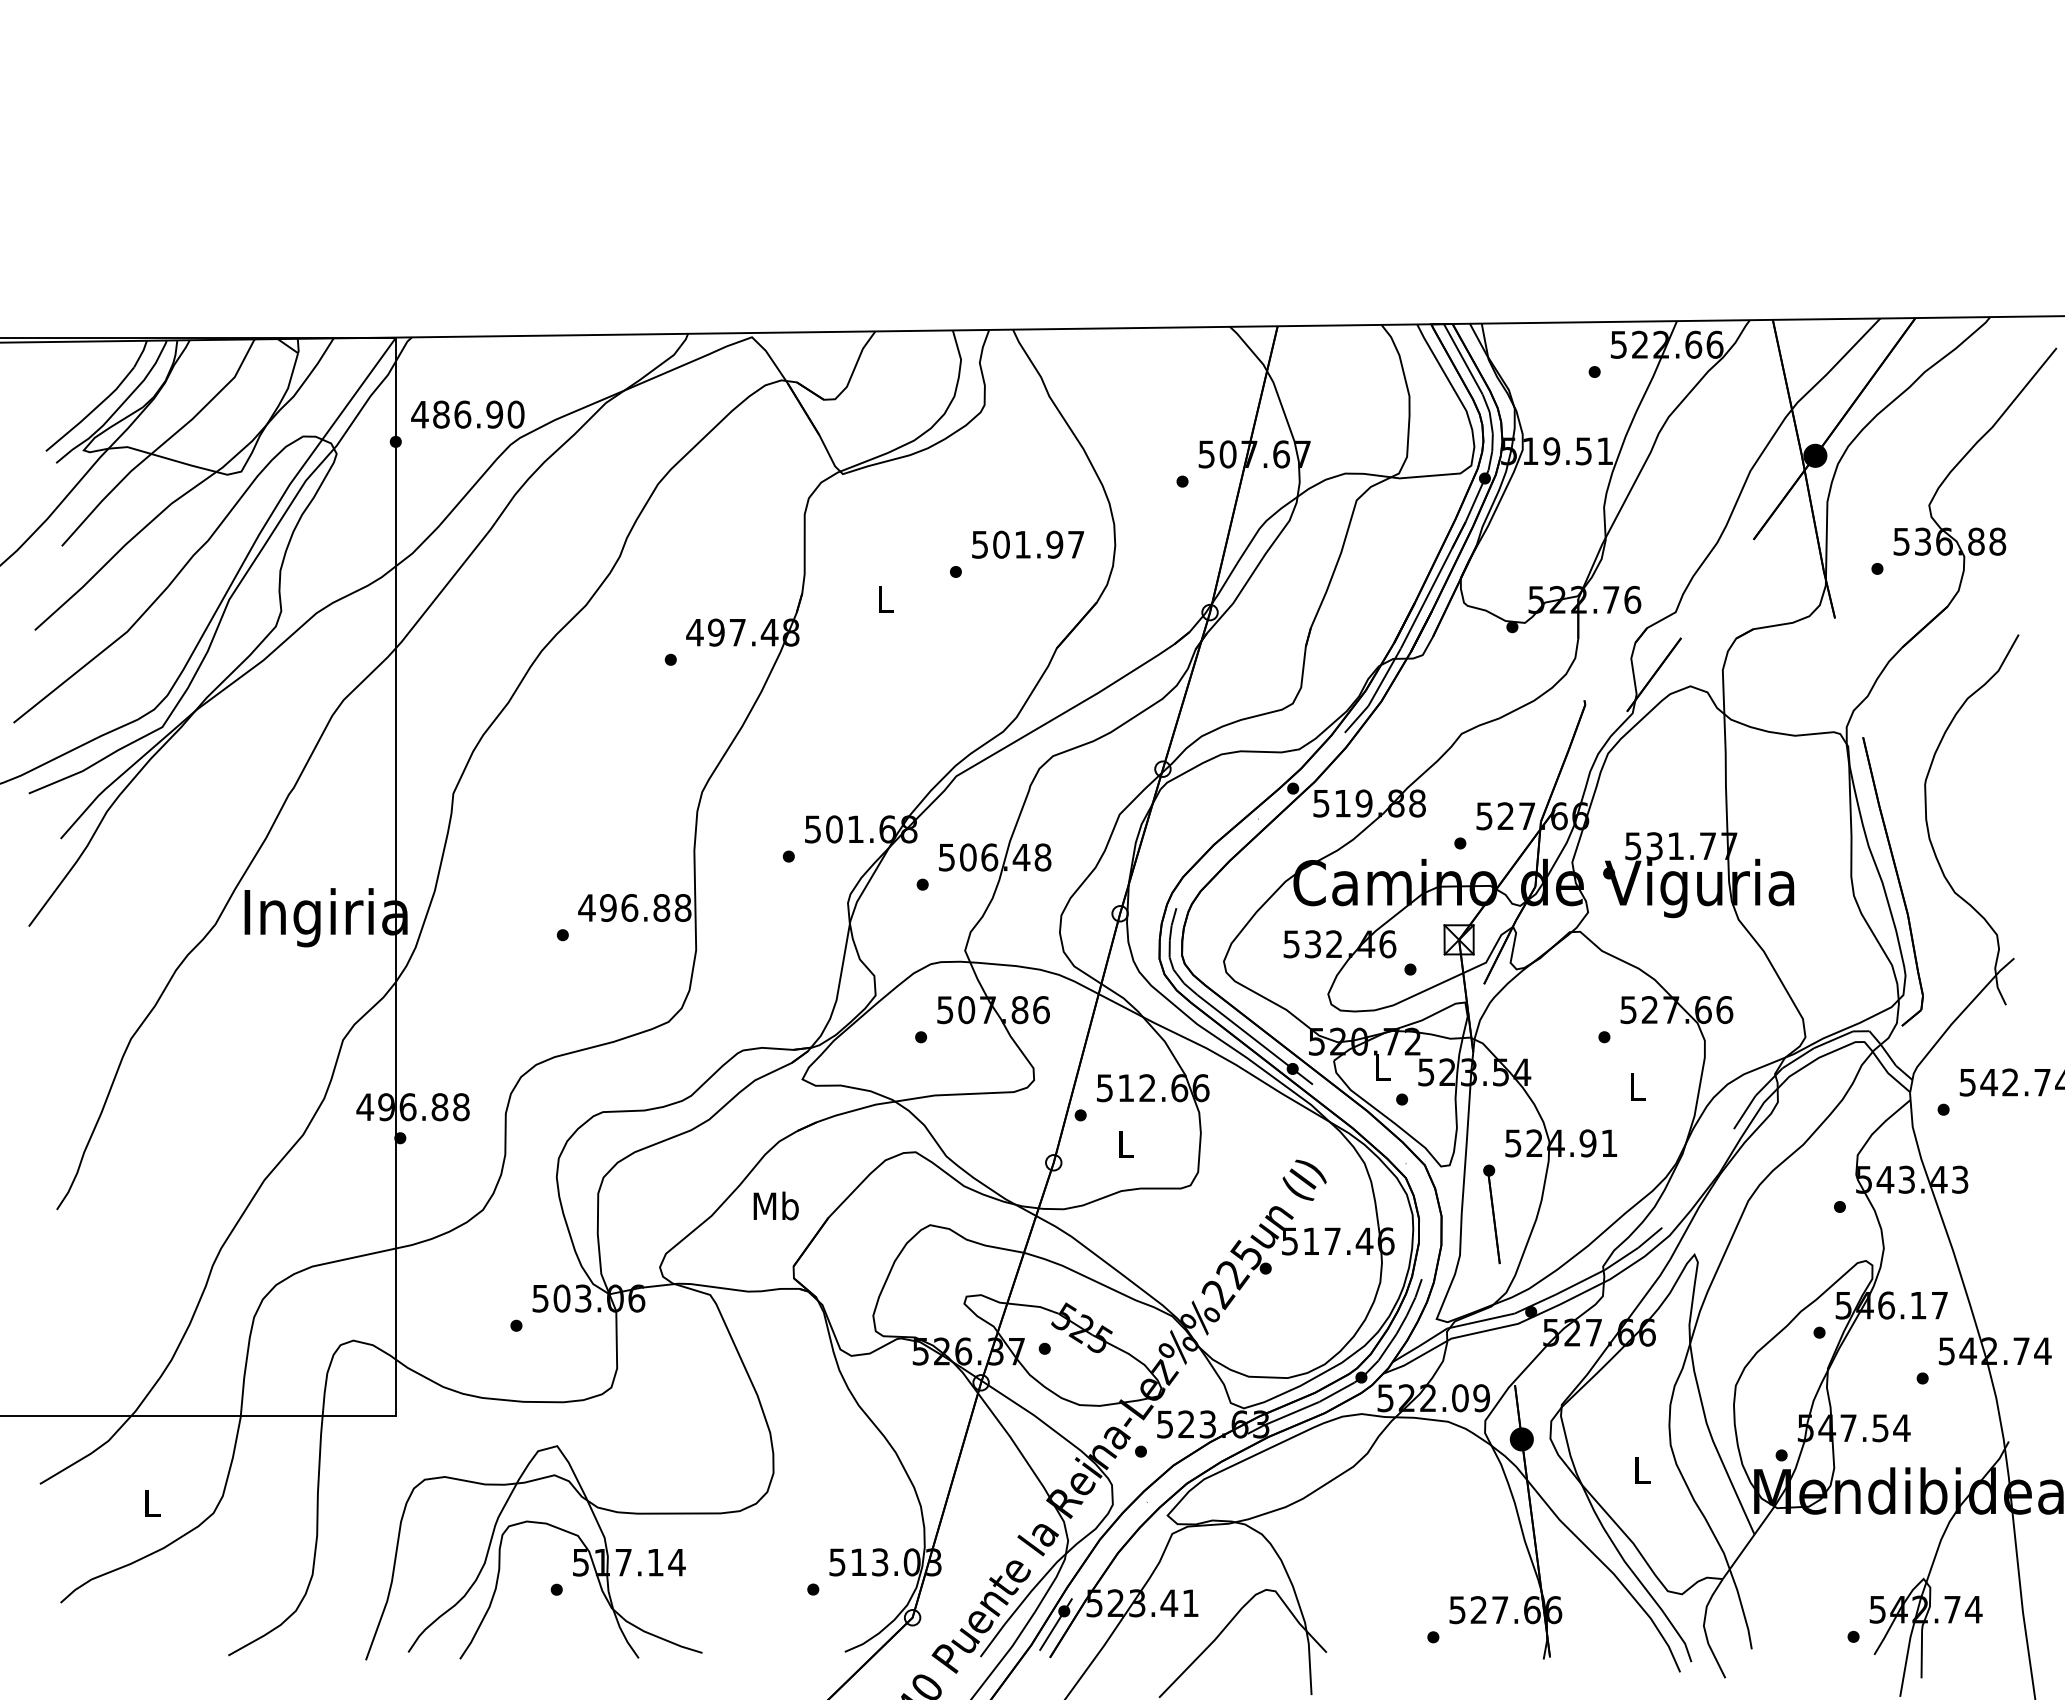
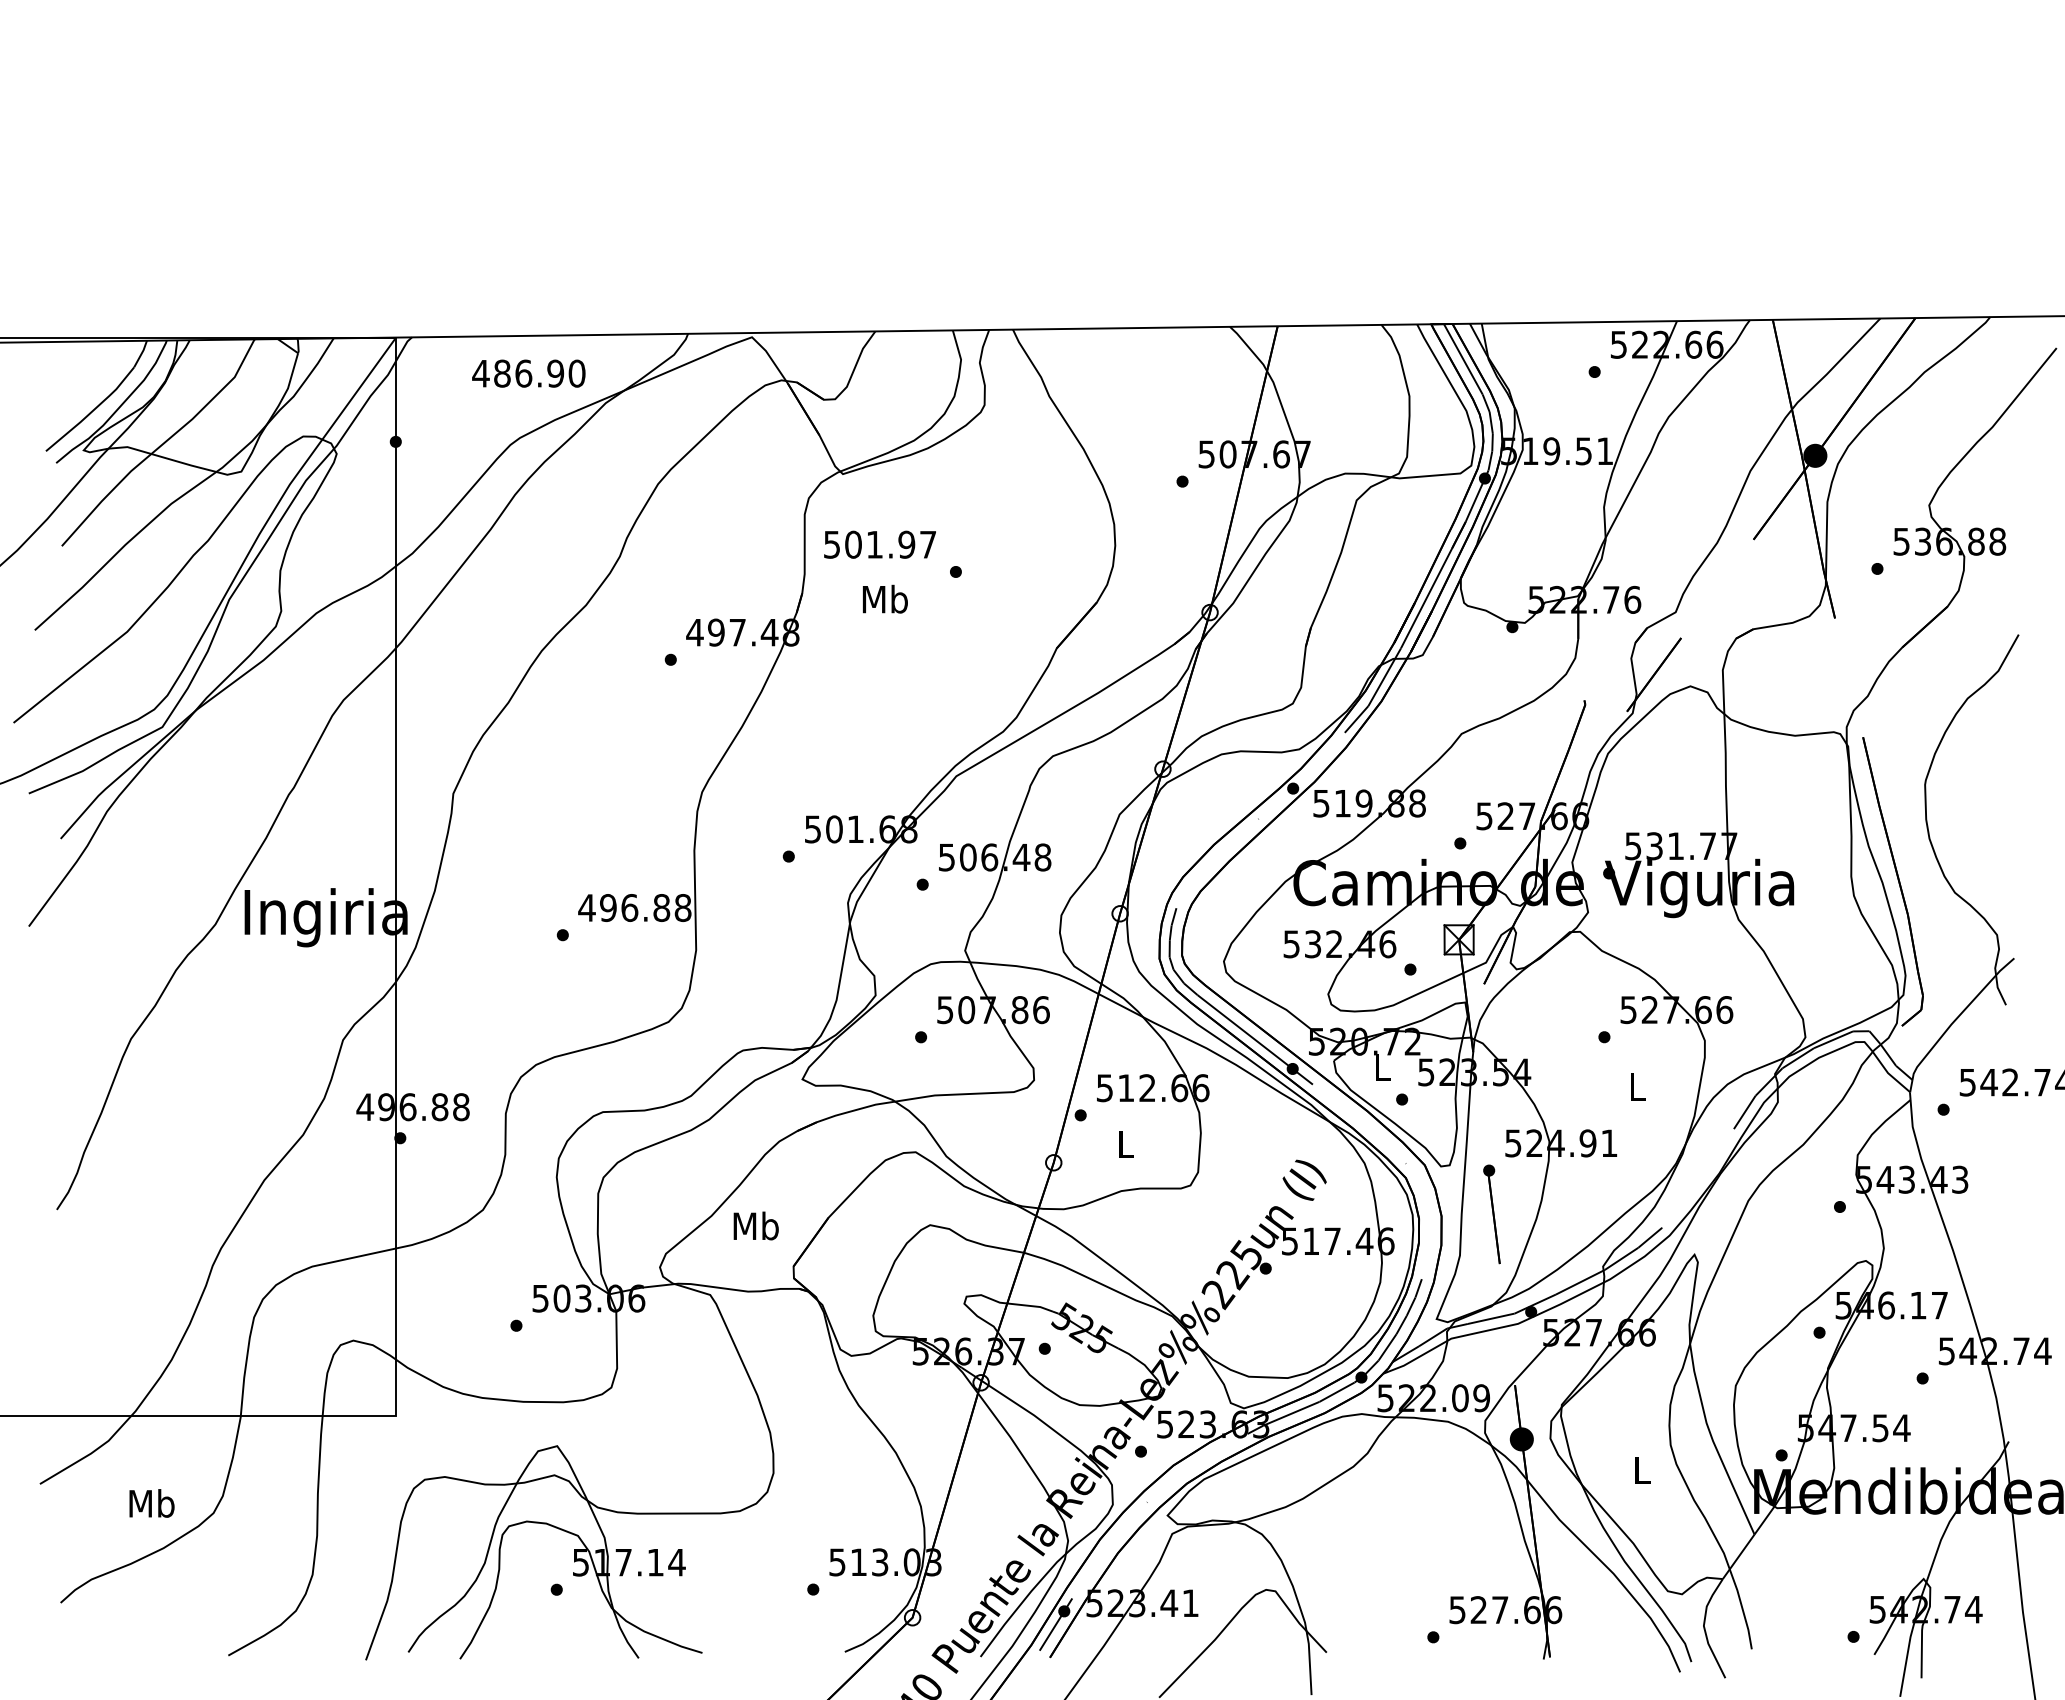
text at (467, 414) position: (467, 414) -> (528, 373)
text at (1027, 544) position: (1027, 544) -> (879, 544)
text at (884, 598): L -> Mb
text at (775, 1205) position: (775, 1205) -> (755, 1225)
text at (151, 1503): L -> Mb
